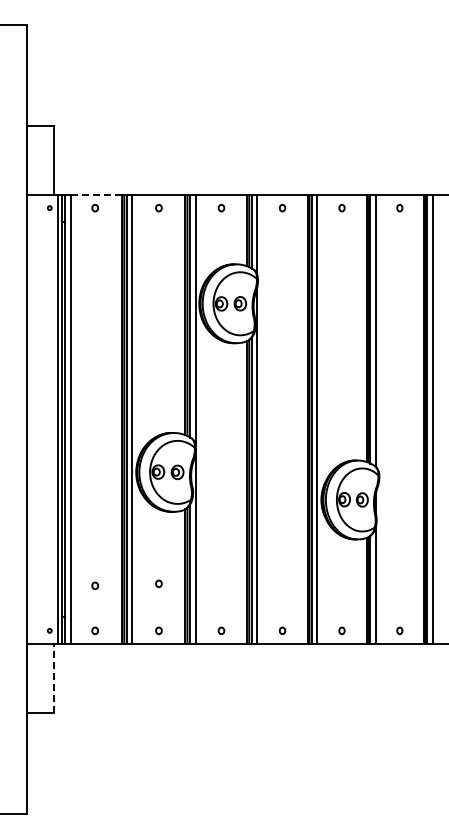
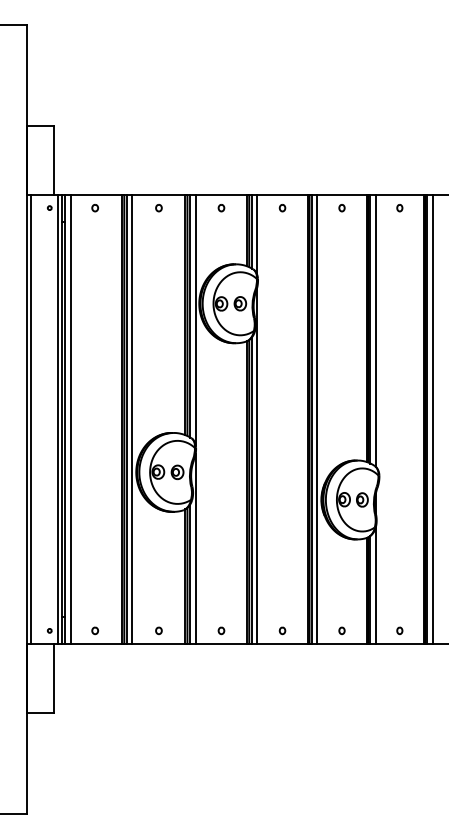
line at (96, 194): dashed -> solid
line at (30, 419): none -> present
part at (158, 583): present -> none
part at (95, 585): present -> none
line at (53, 678): dashed -> solid
